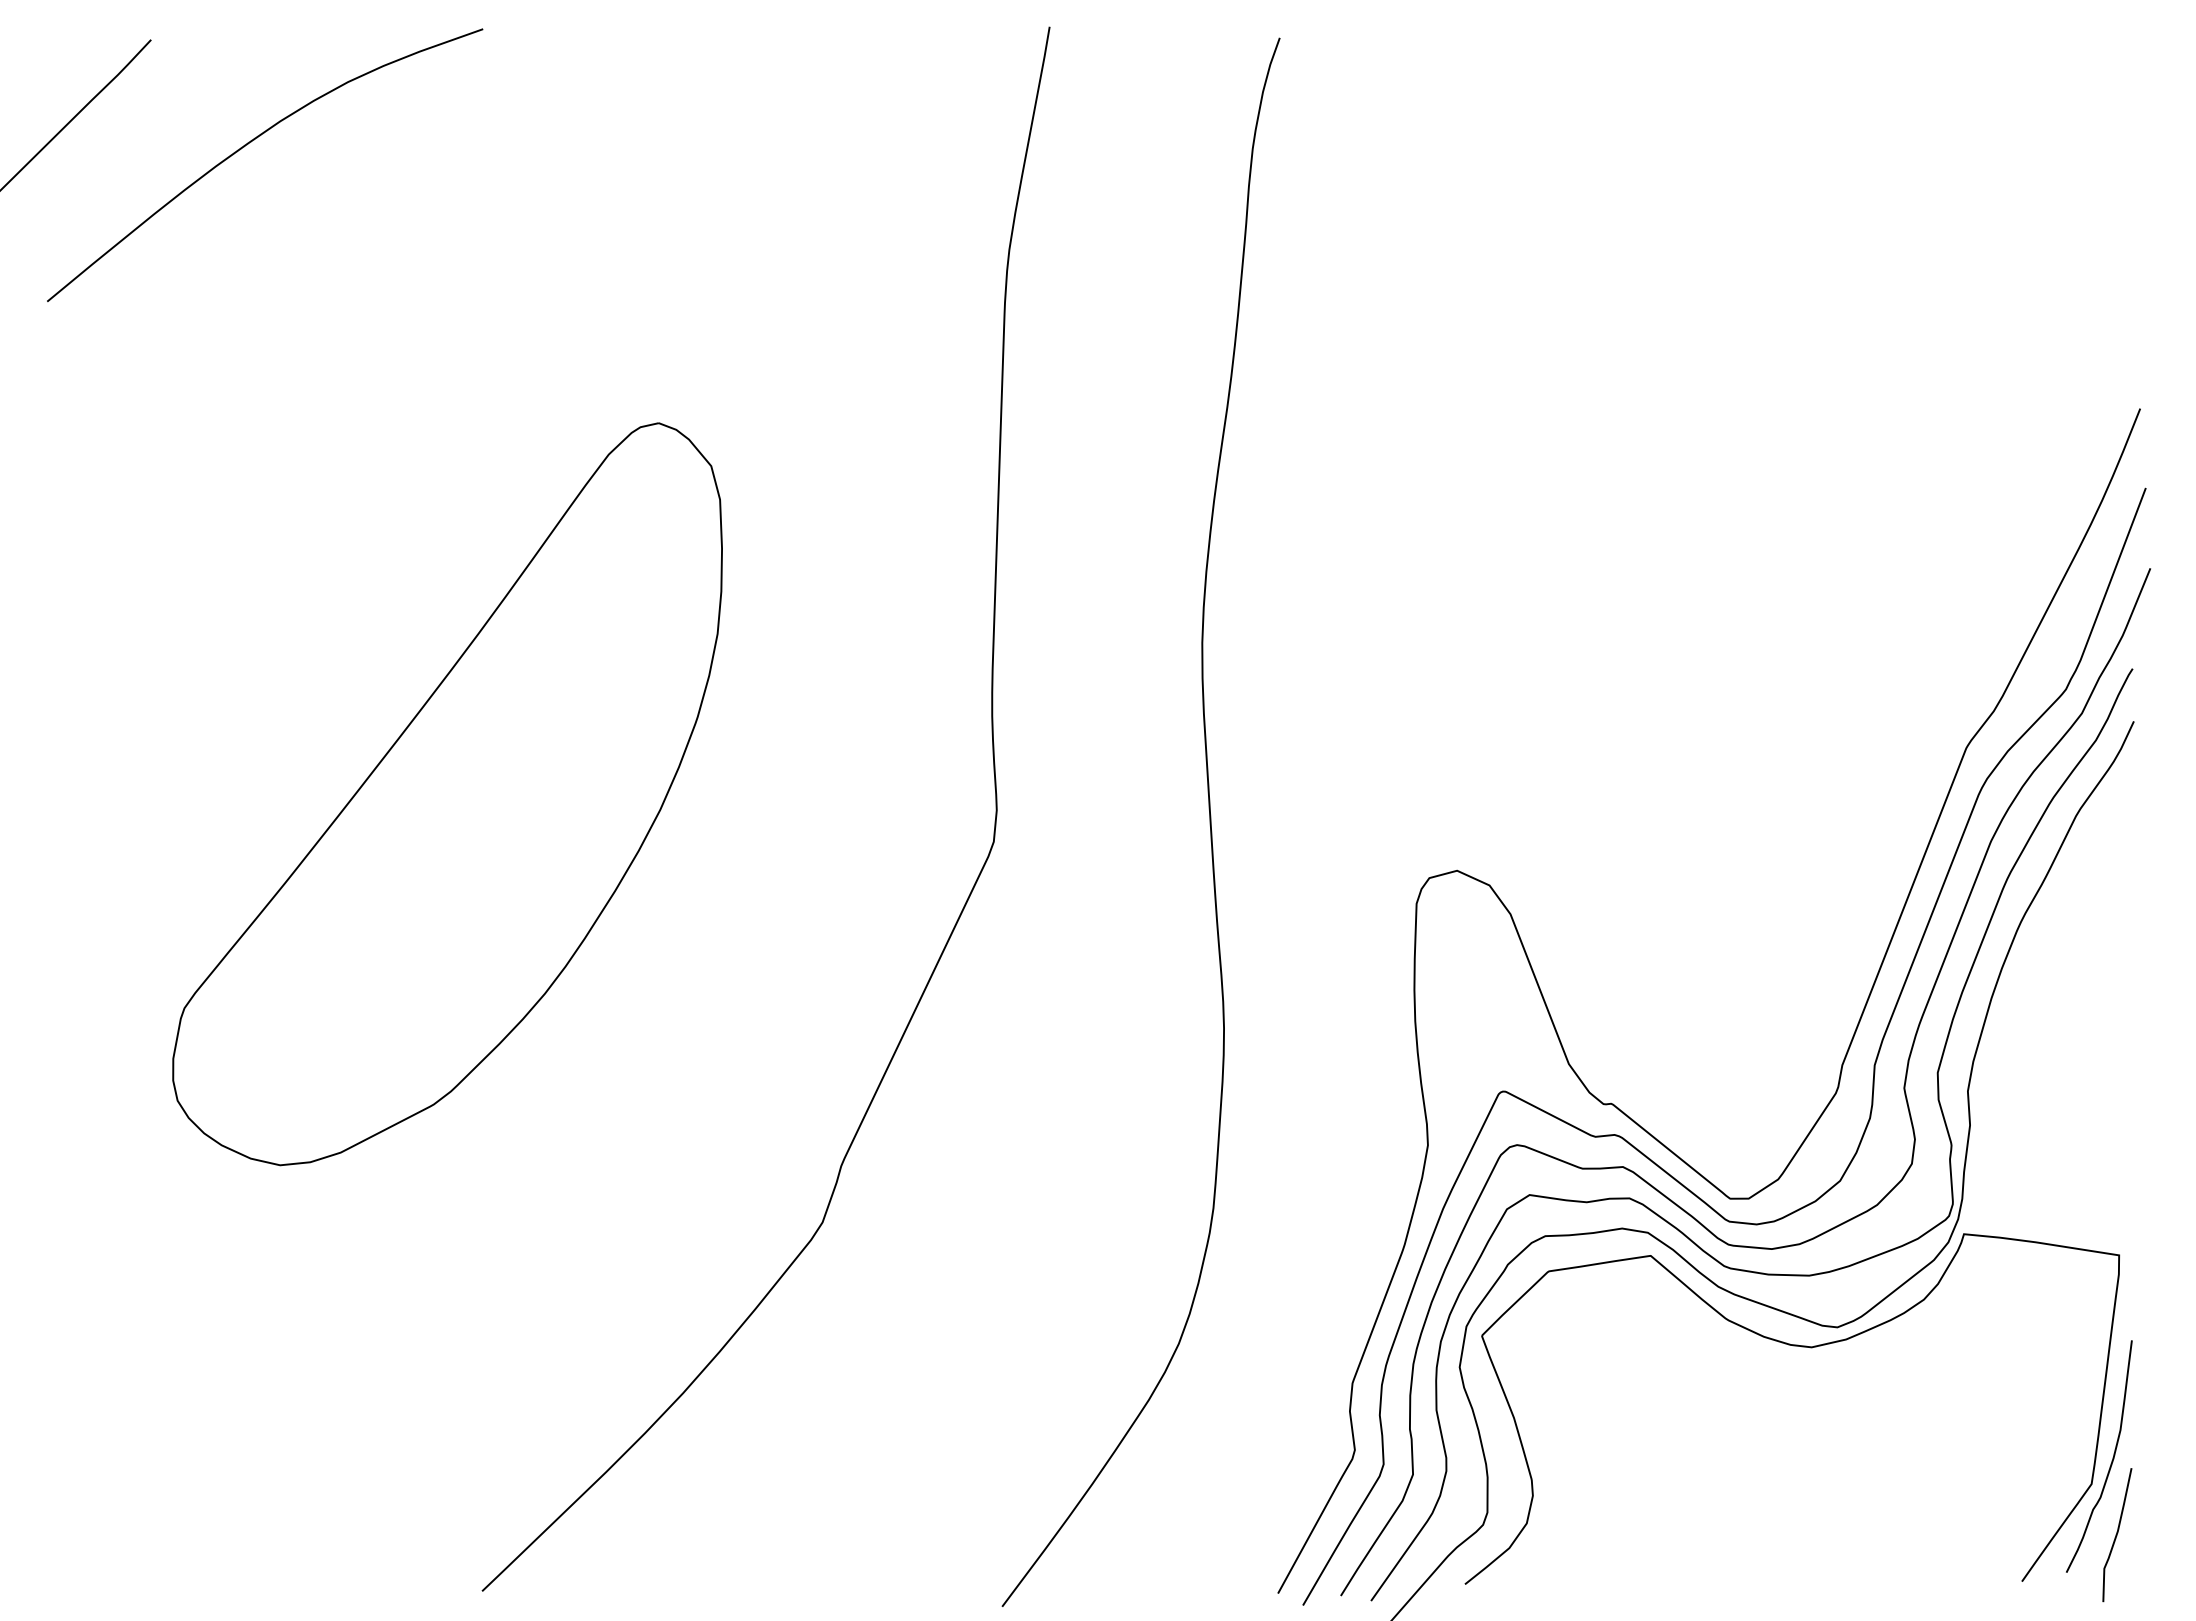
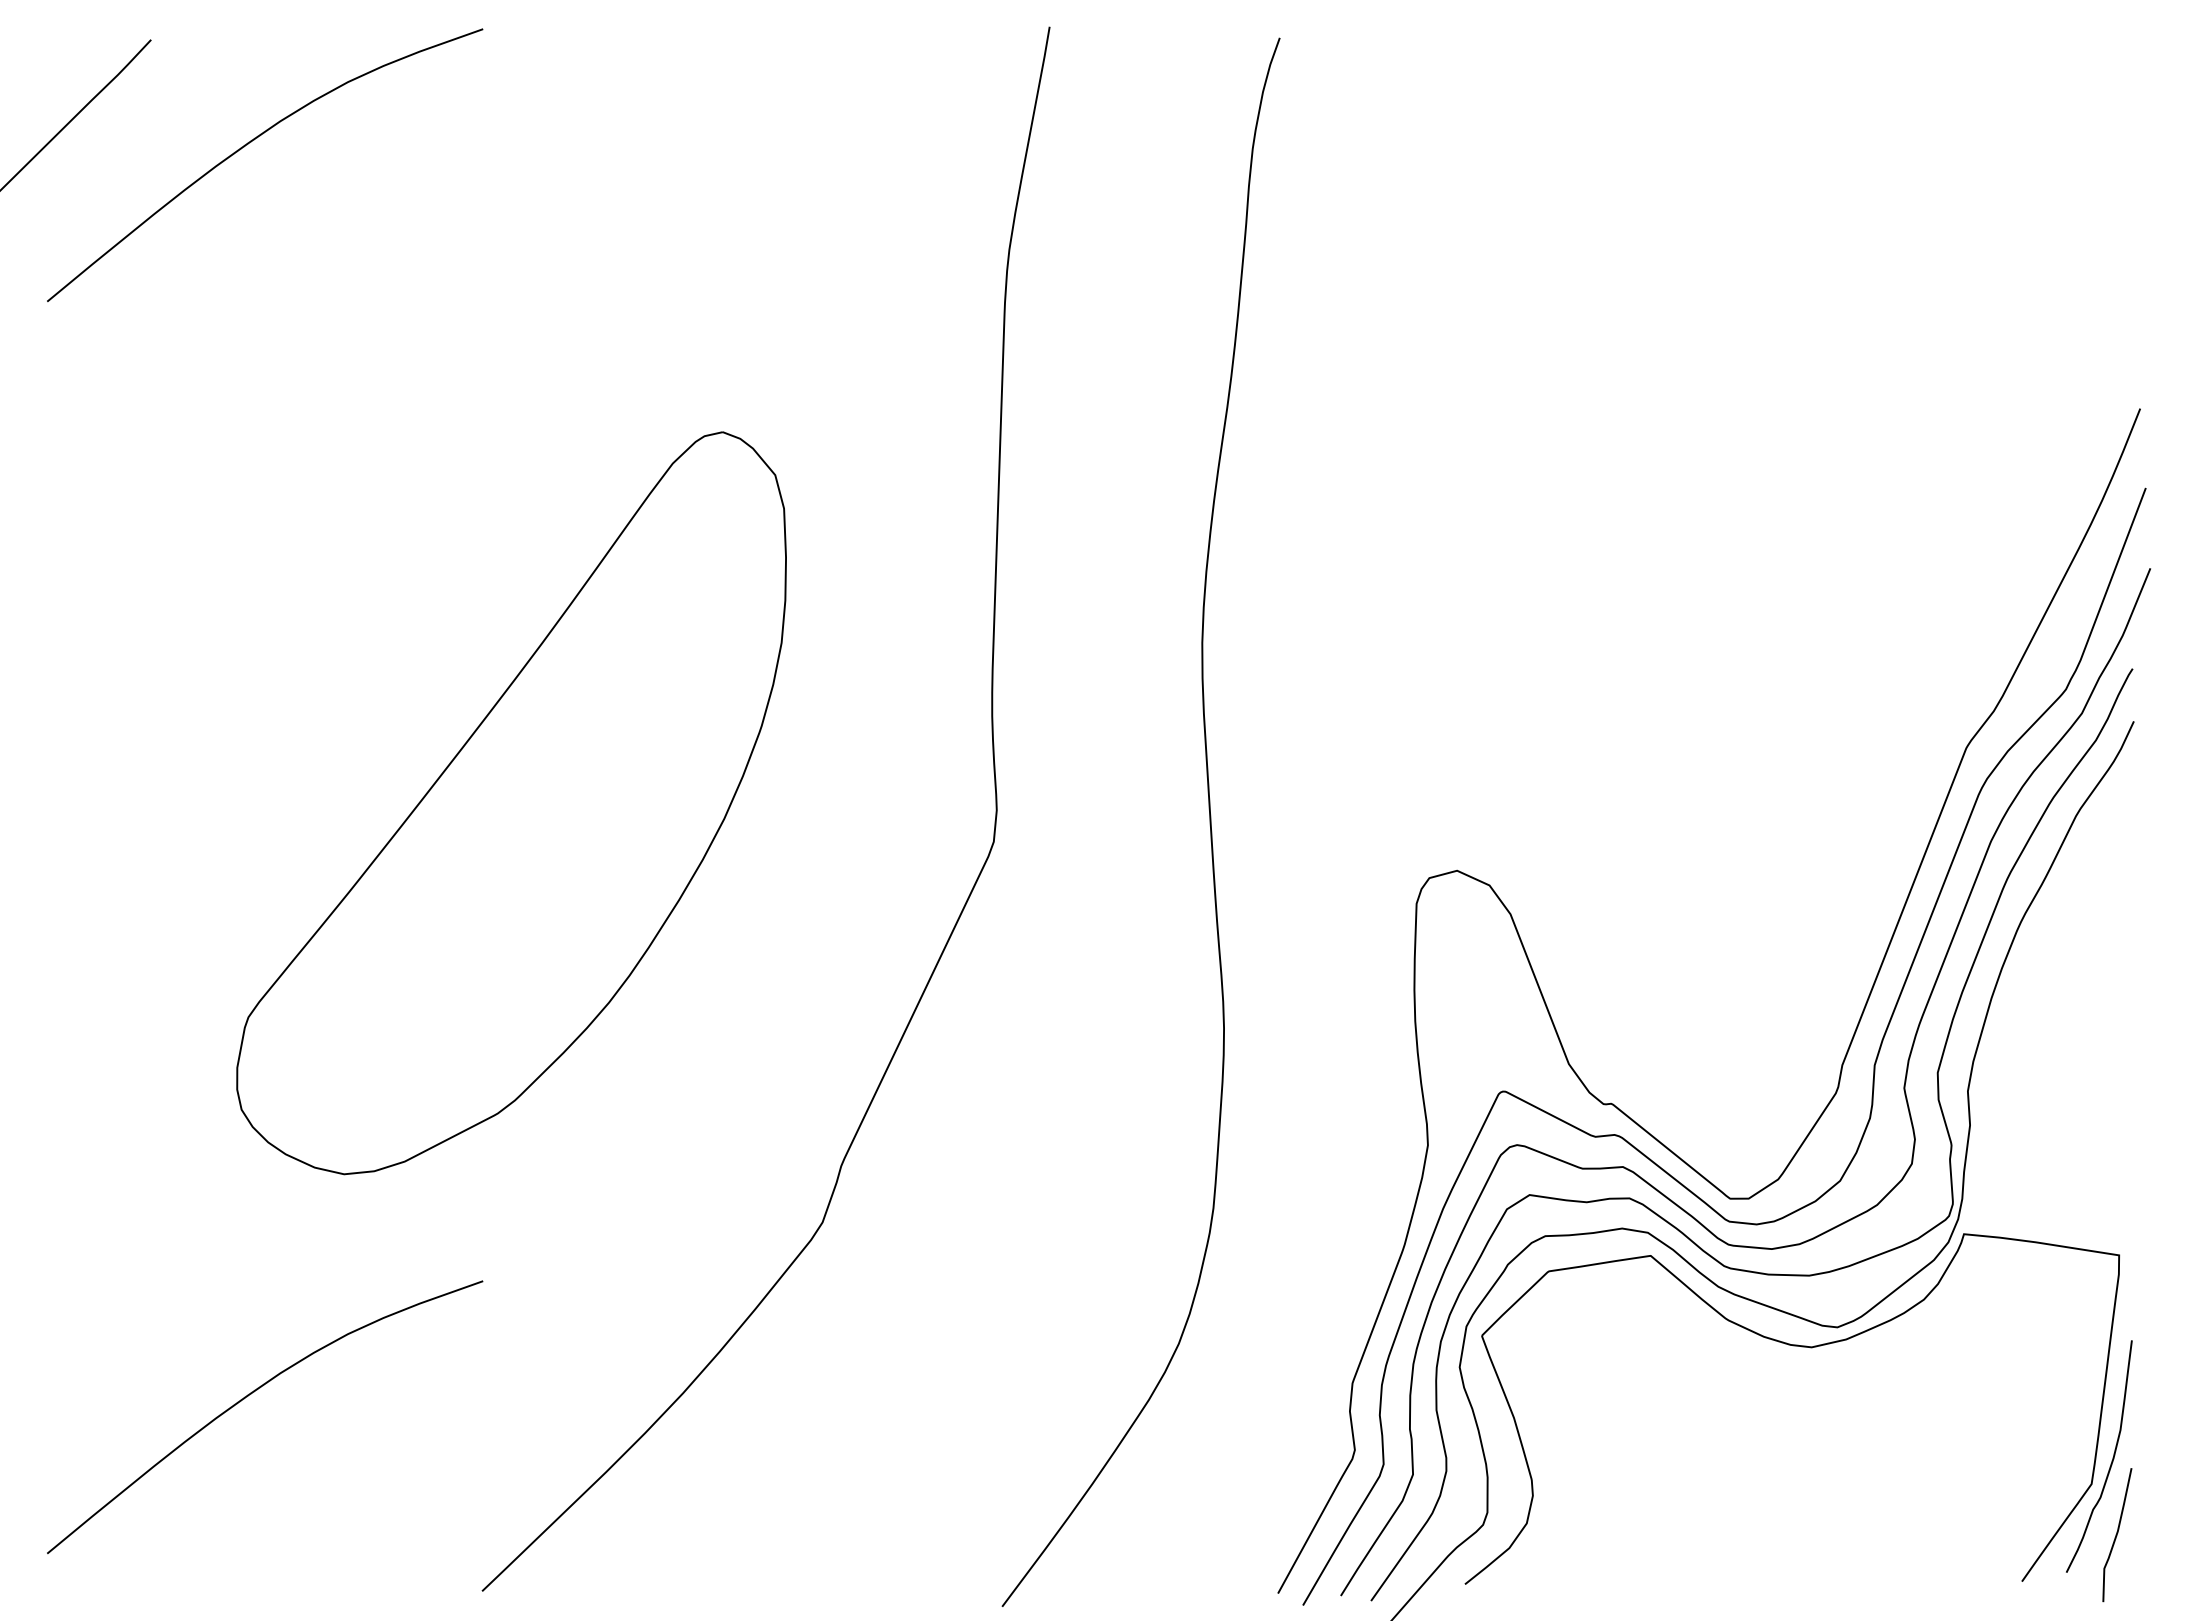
part at (447, 794) position: (447, 794) -> (511, 803)
curve at (251, 1394): none -> present
